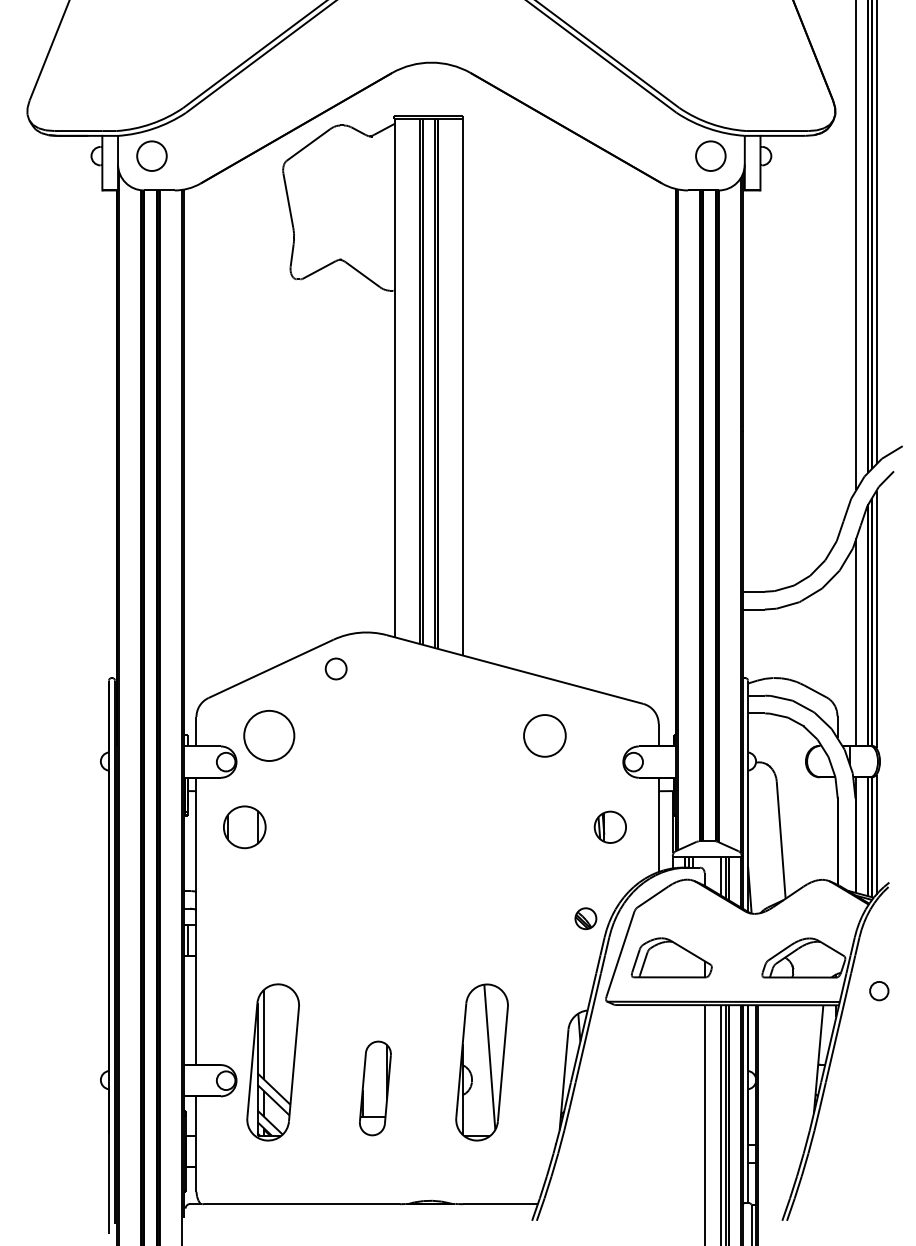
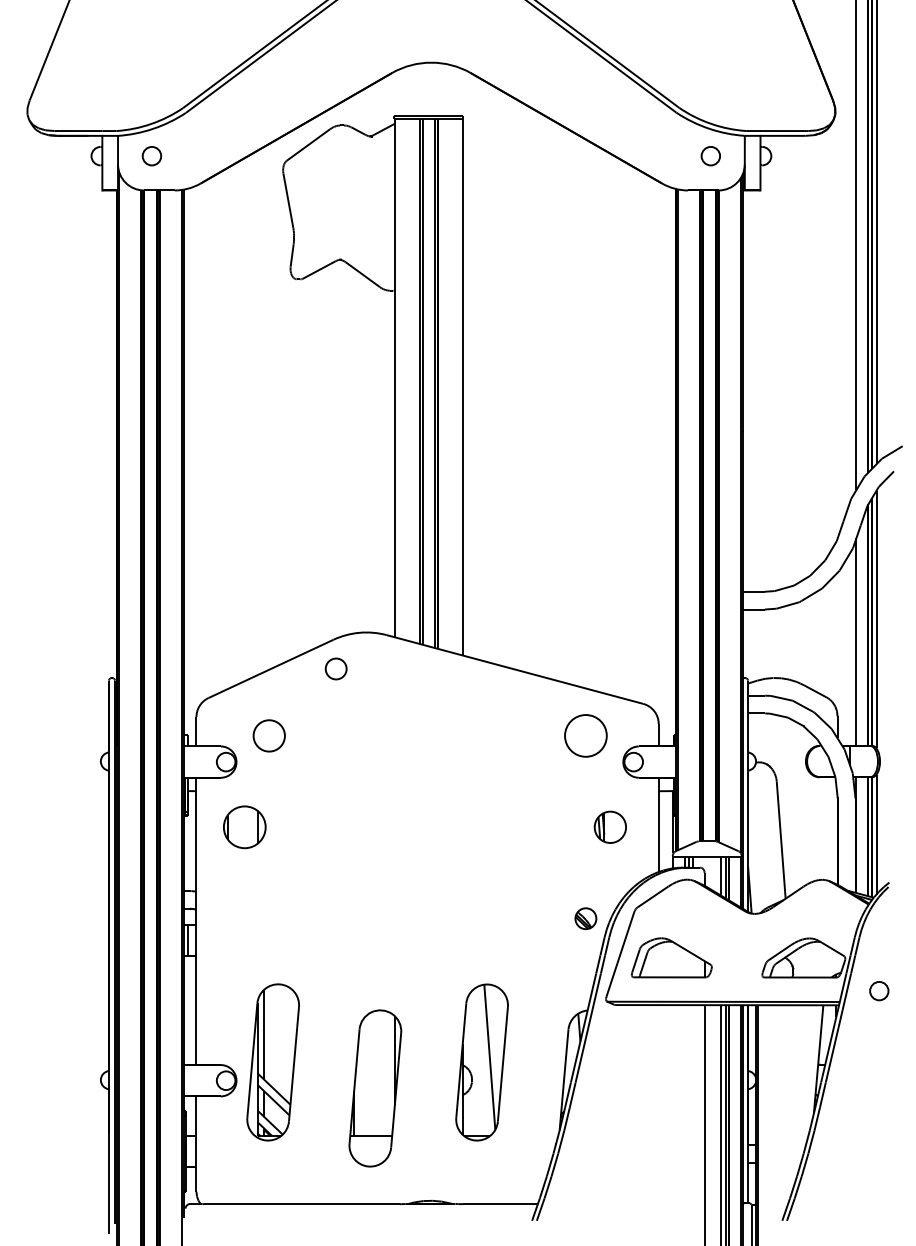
circle at (151, 155) diameter: 30 px -> 19 px
circle at (710, 155) diameter: 30 px -> 19 px
circle at (269, 735) diameter: 50 px -> 31 px
circle at (544, 735) position: (544, 735) -> (585, 735)
part at (375, 1088) size: 33x97 px -> 55x159 px
